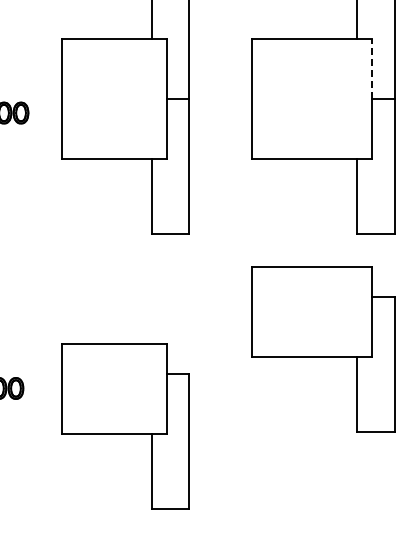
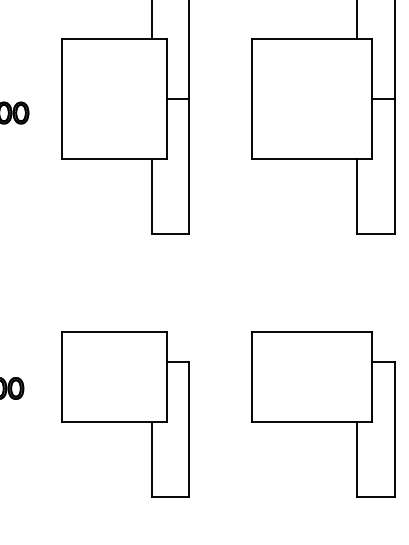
line at (372, 68): dashed -> solid
part at (323, 349) position: (323, 349) -> (323, 414)
part at (125, 426) position: (125, 426) -> (125, 414)
